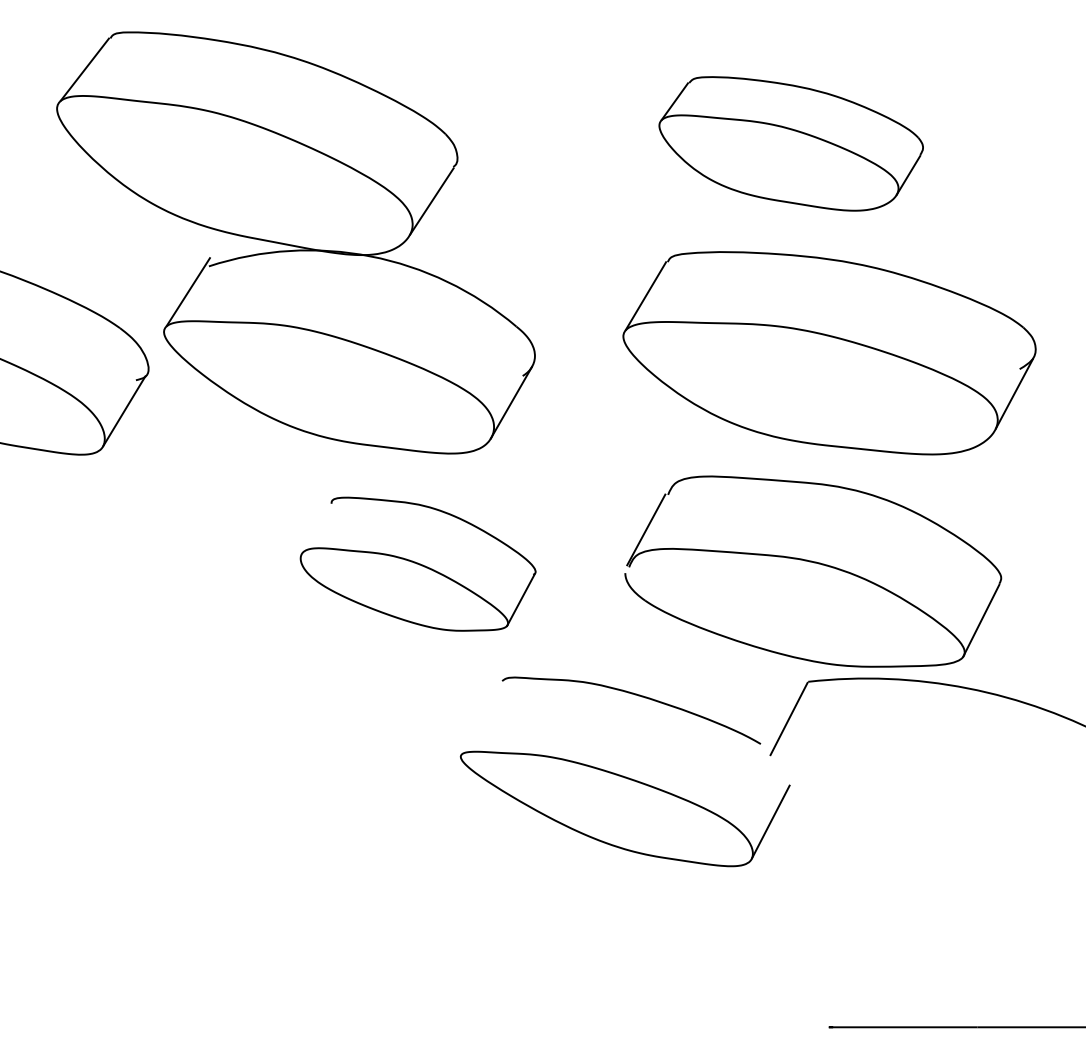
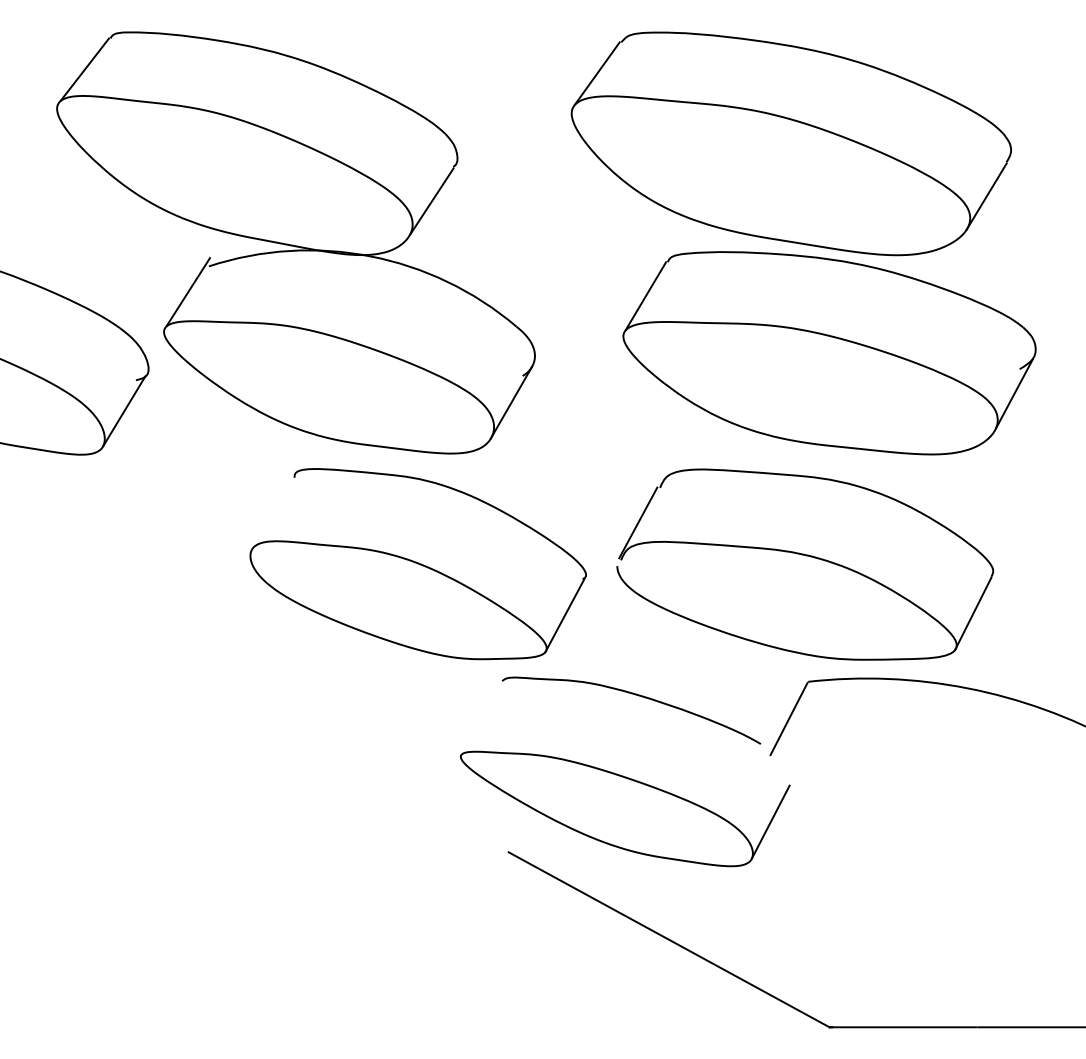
part at (790, 143) size: 266x136 px -> 442x226 px
part at (417, 563) size: 238x136 px -> 338x193 px
part at (814, 563) position: (814, 563) -> (806, 556)
line at (668, 939): none -> present
